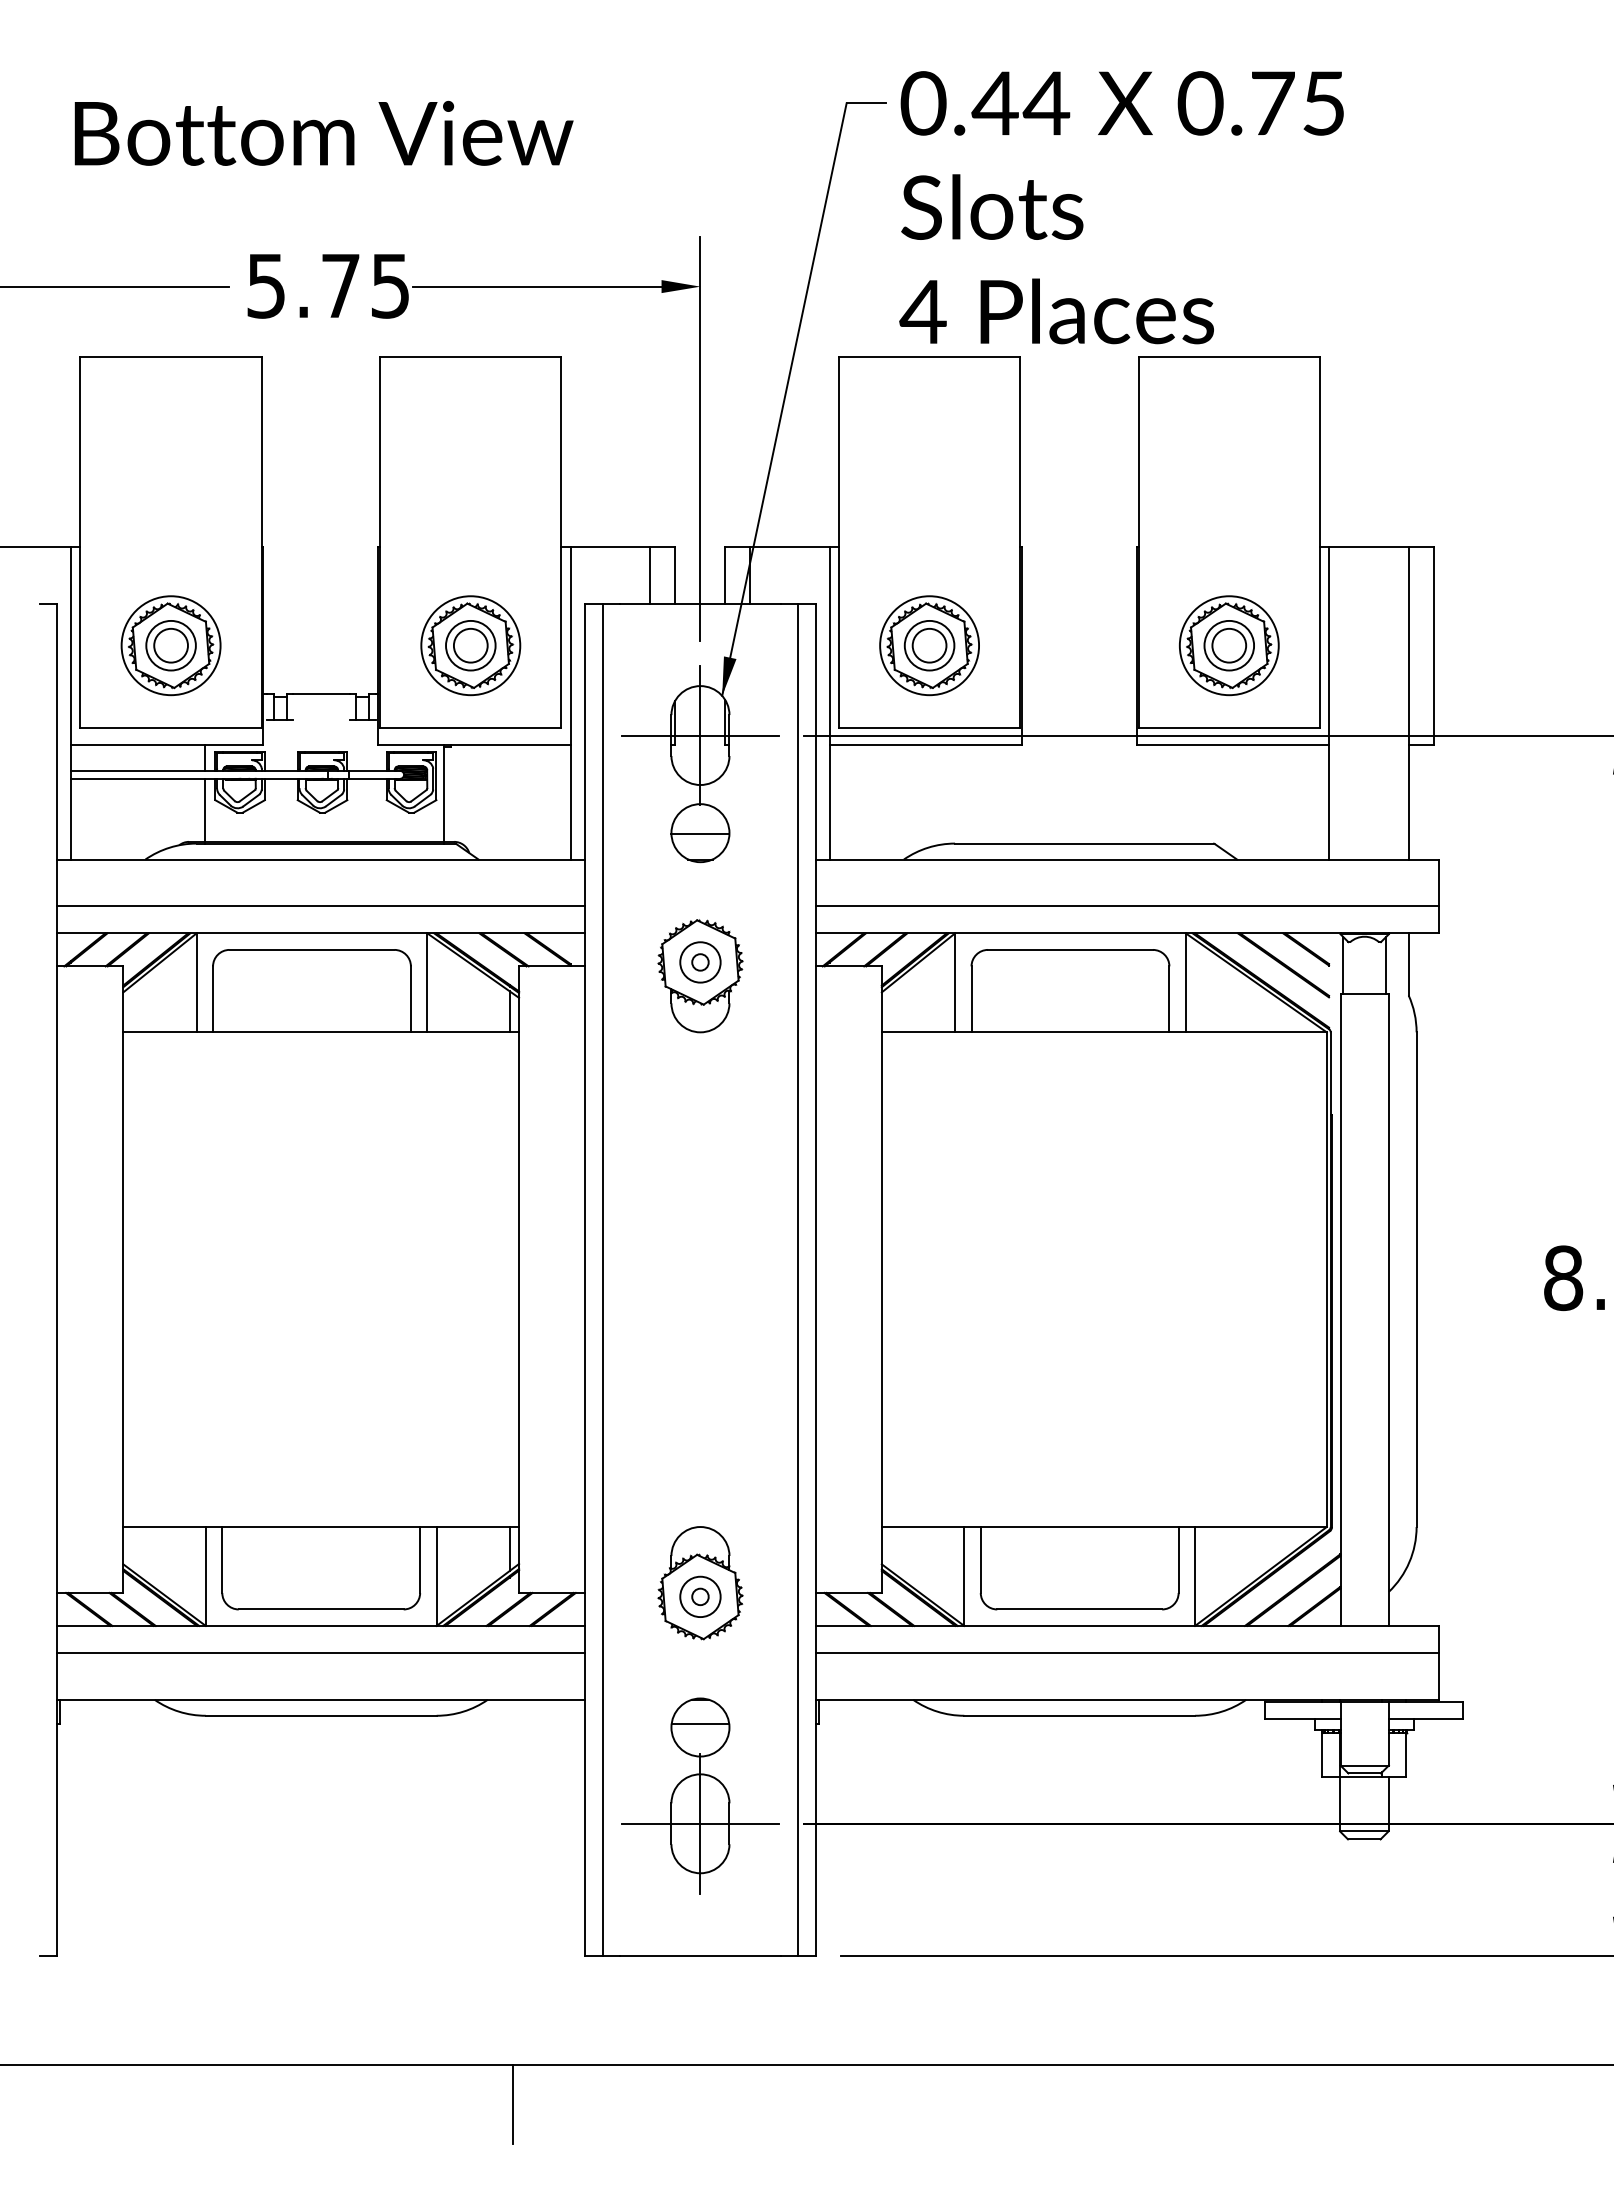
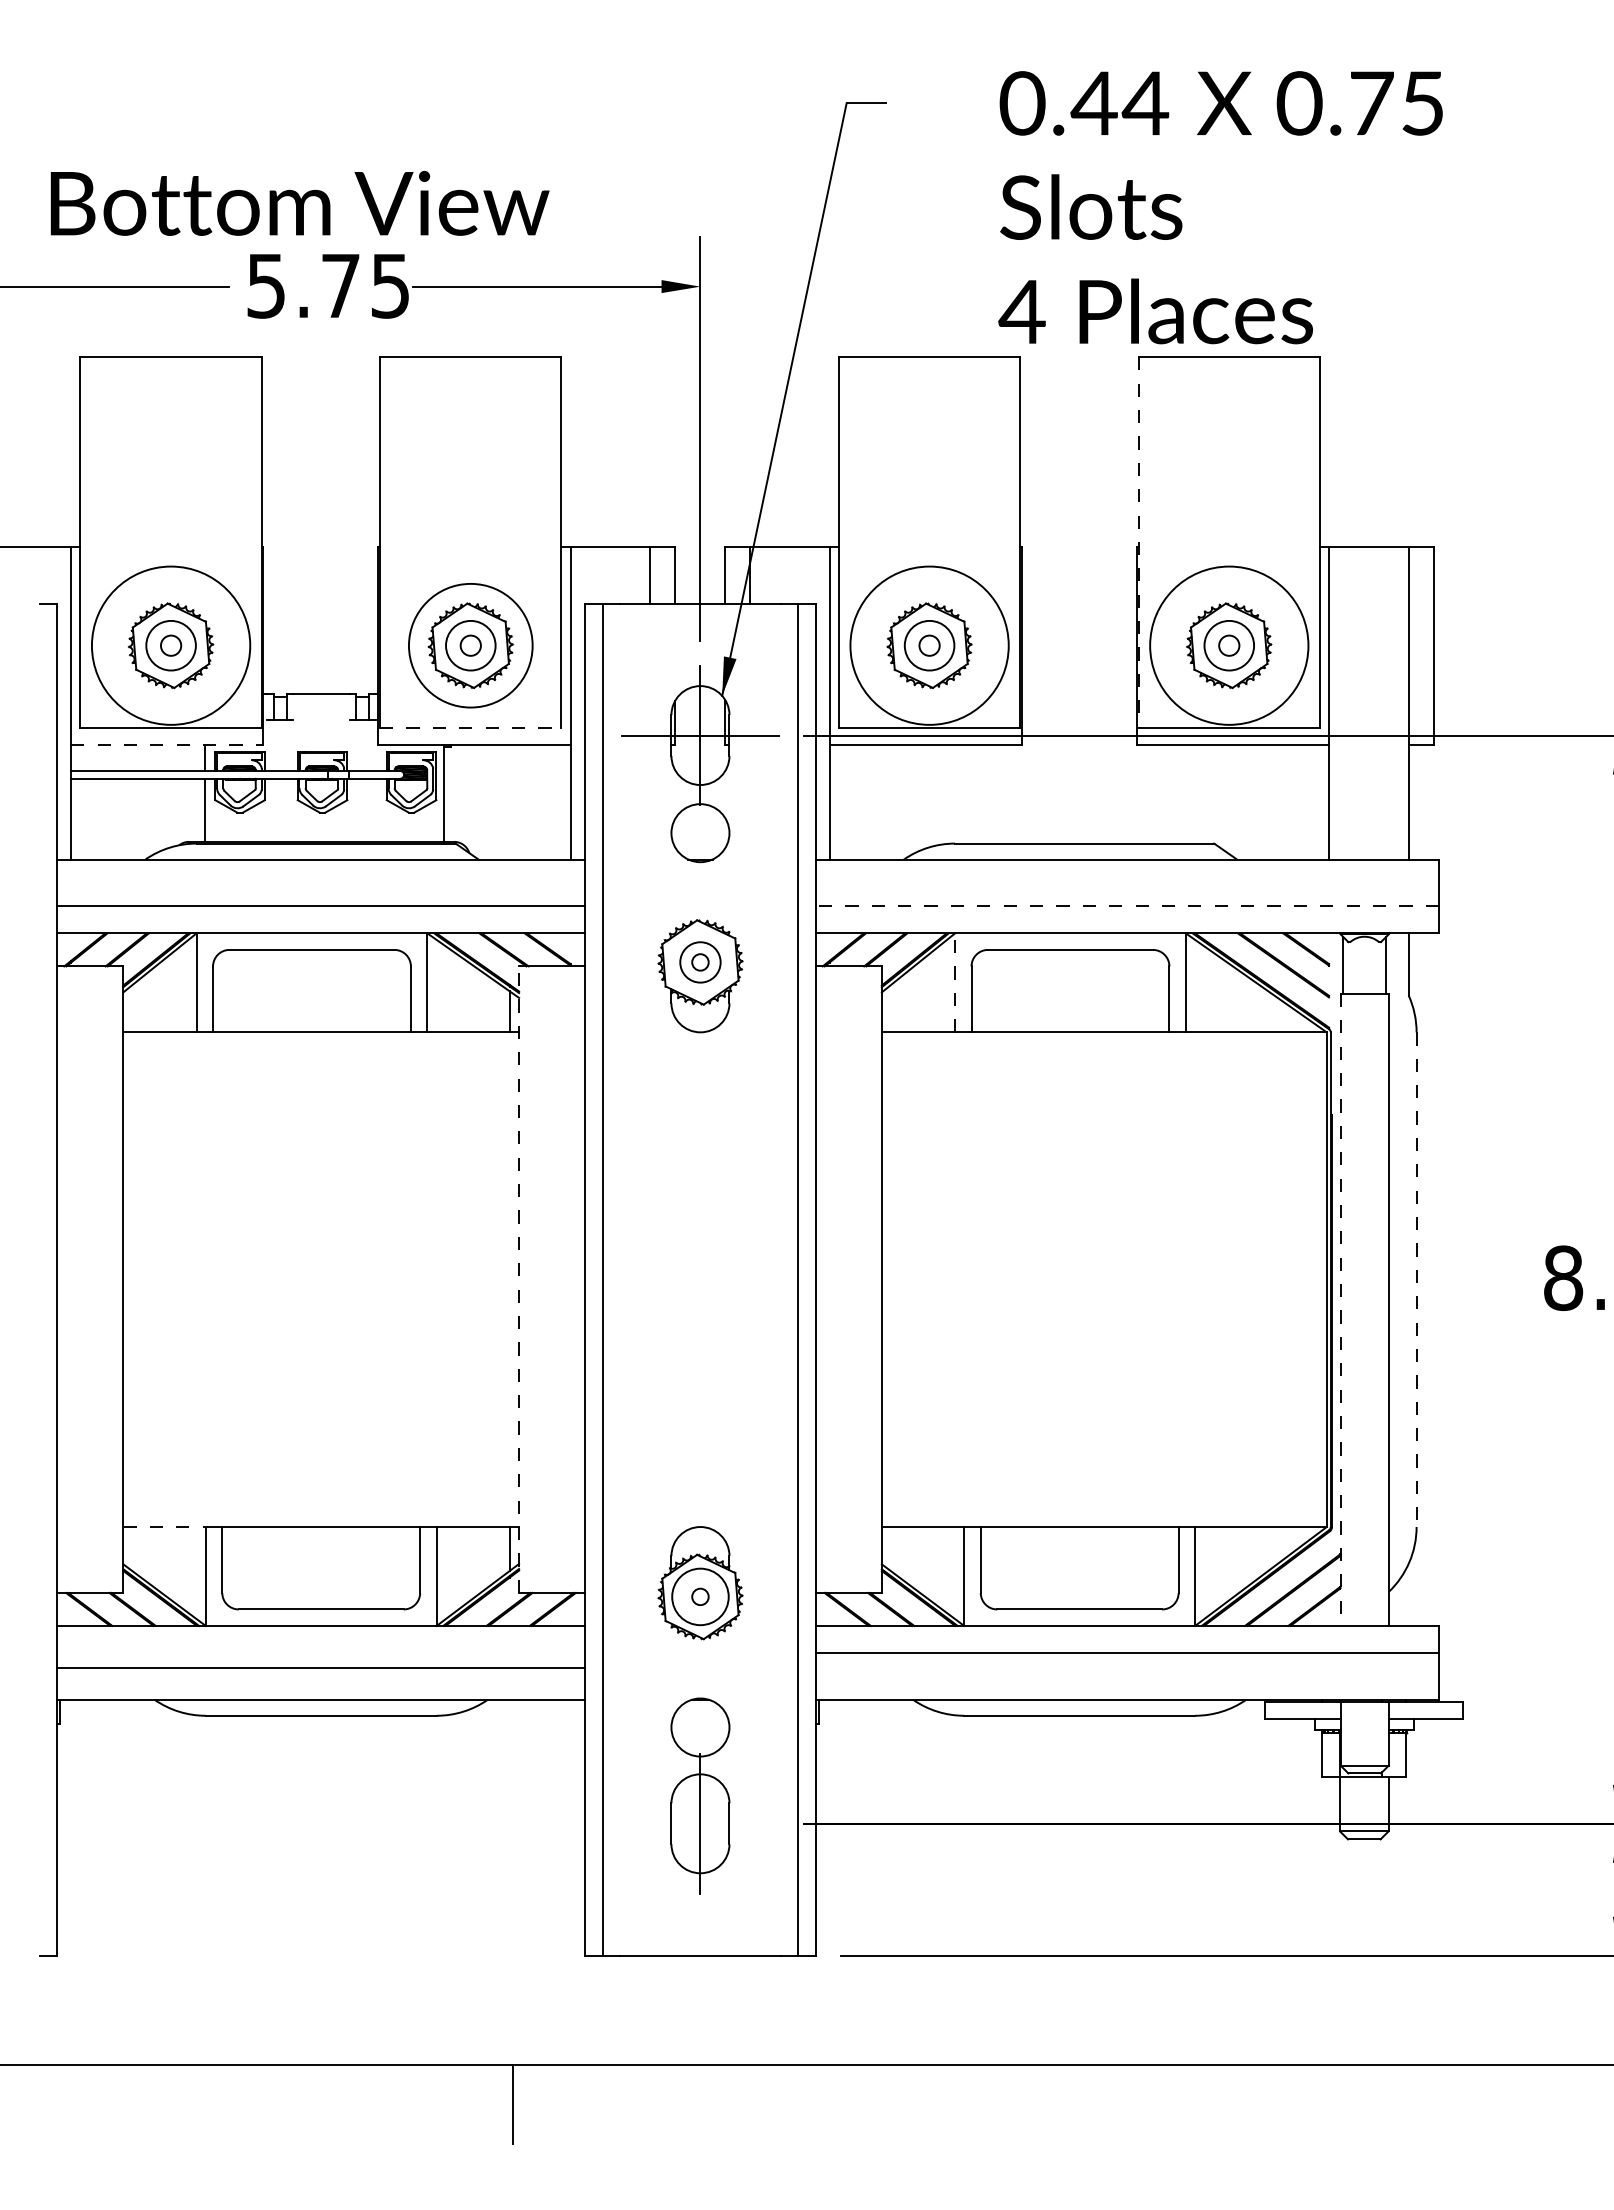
text at (323, 132) position: (323, 132) -> (299, 202)
text at (1121, 207) position: (1121, 207) -> (1220, 207)
line at (1138, 543): solid -> dashed
circle at (170, 645) diameter: 34 px -> 20 px
circle at (170, 645) diameter: 99 px -> 158 px
circle at (470, 645) diameter: 34 px -> 20 px
circle at (470, 645) diameter: 99 px -> 124 px
circle at (929, 645) diameter: 34 px -> 20 px
circle at (929, 645) diameter: 99 px -> 158 px
circle at (1228, 645) diameter: 99 px -> 158 px
circle at (1229, 645) diameter: 34 px -> 20 px
line at (470, 728): solid -> dashed
line at (167, 744): solid -> dashed
line at (700, 834): present -> none
line at (1127, 906): solid -> dashed
line at (955, 982): solid -> dashed
line at (519, 1279): solid -> dashed
line at (1416, 1280): solid -> dashed
line at (1340, 1310): solid -> dashed
line at (165, 1527): solid -> dashed
circle at (700, 1596) diameter: 40 px -> 57 px
line at (321, 1653) position: (321, 1653) -> (321, 1668)
line at (700, 1724): present -> none
line at (699, 1823): present -> none
